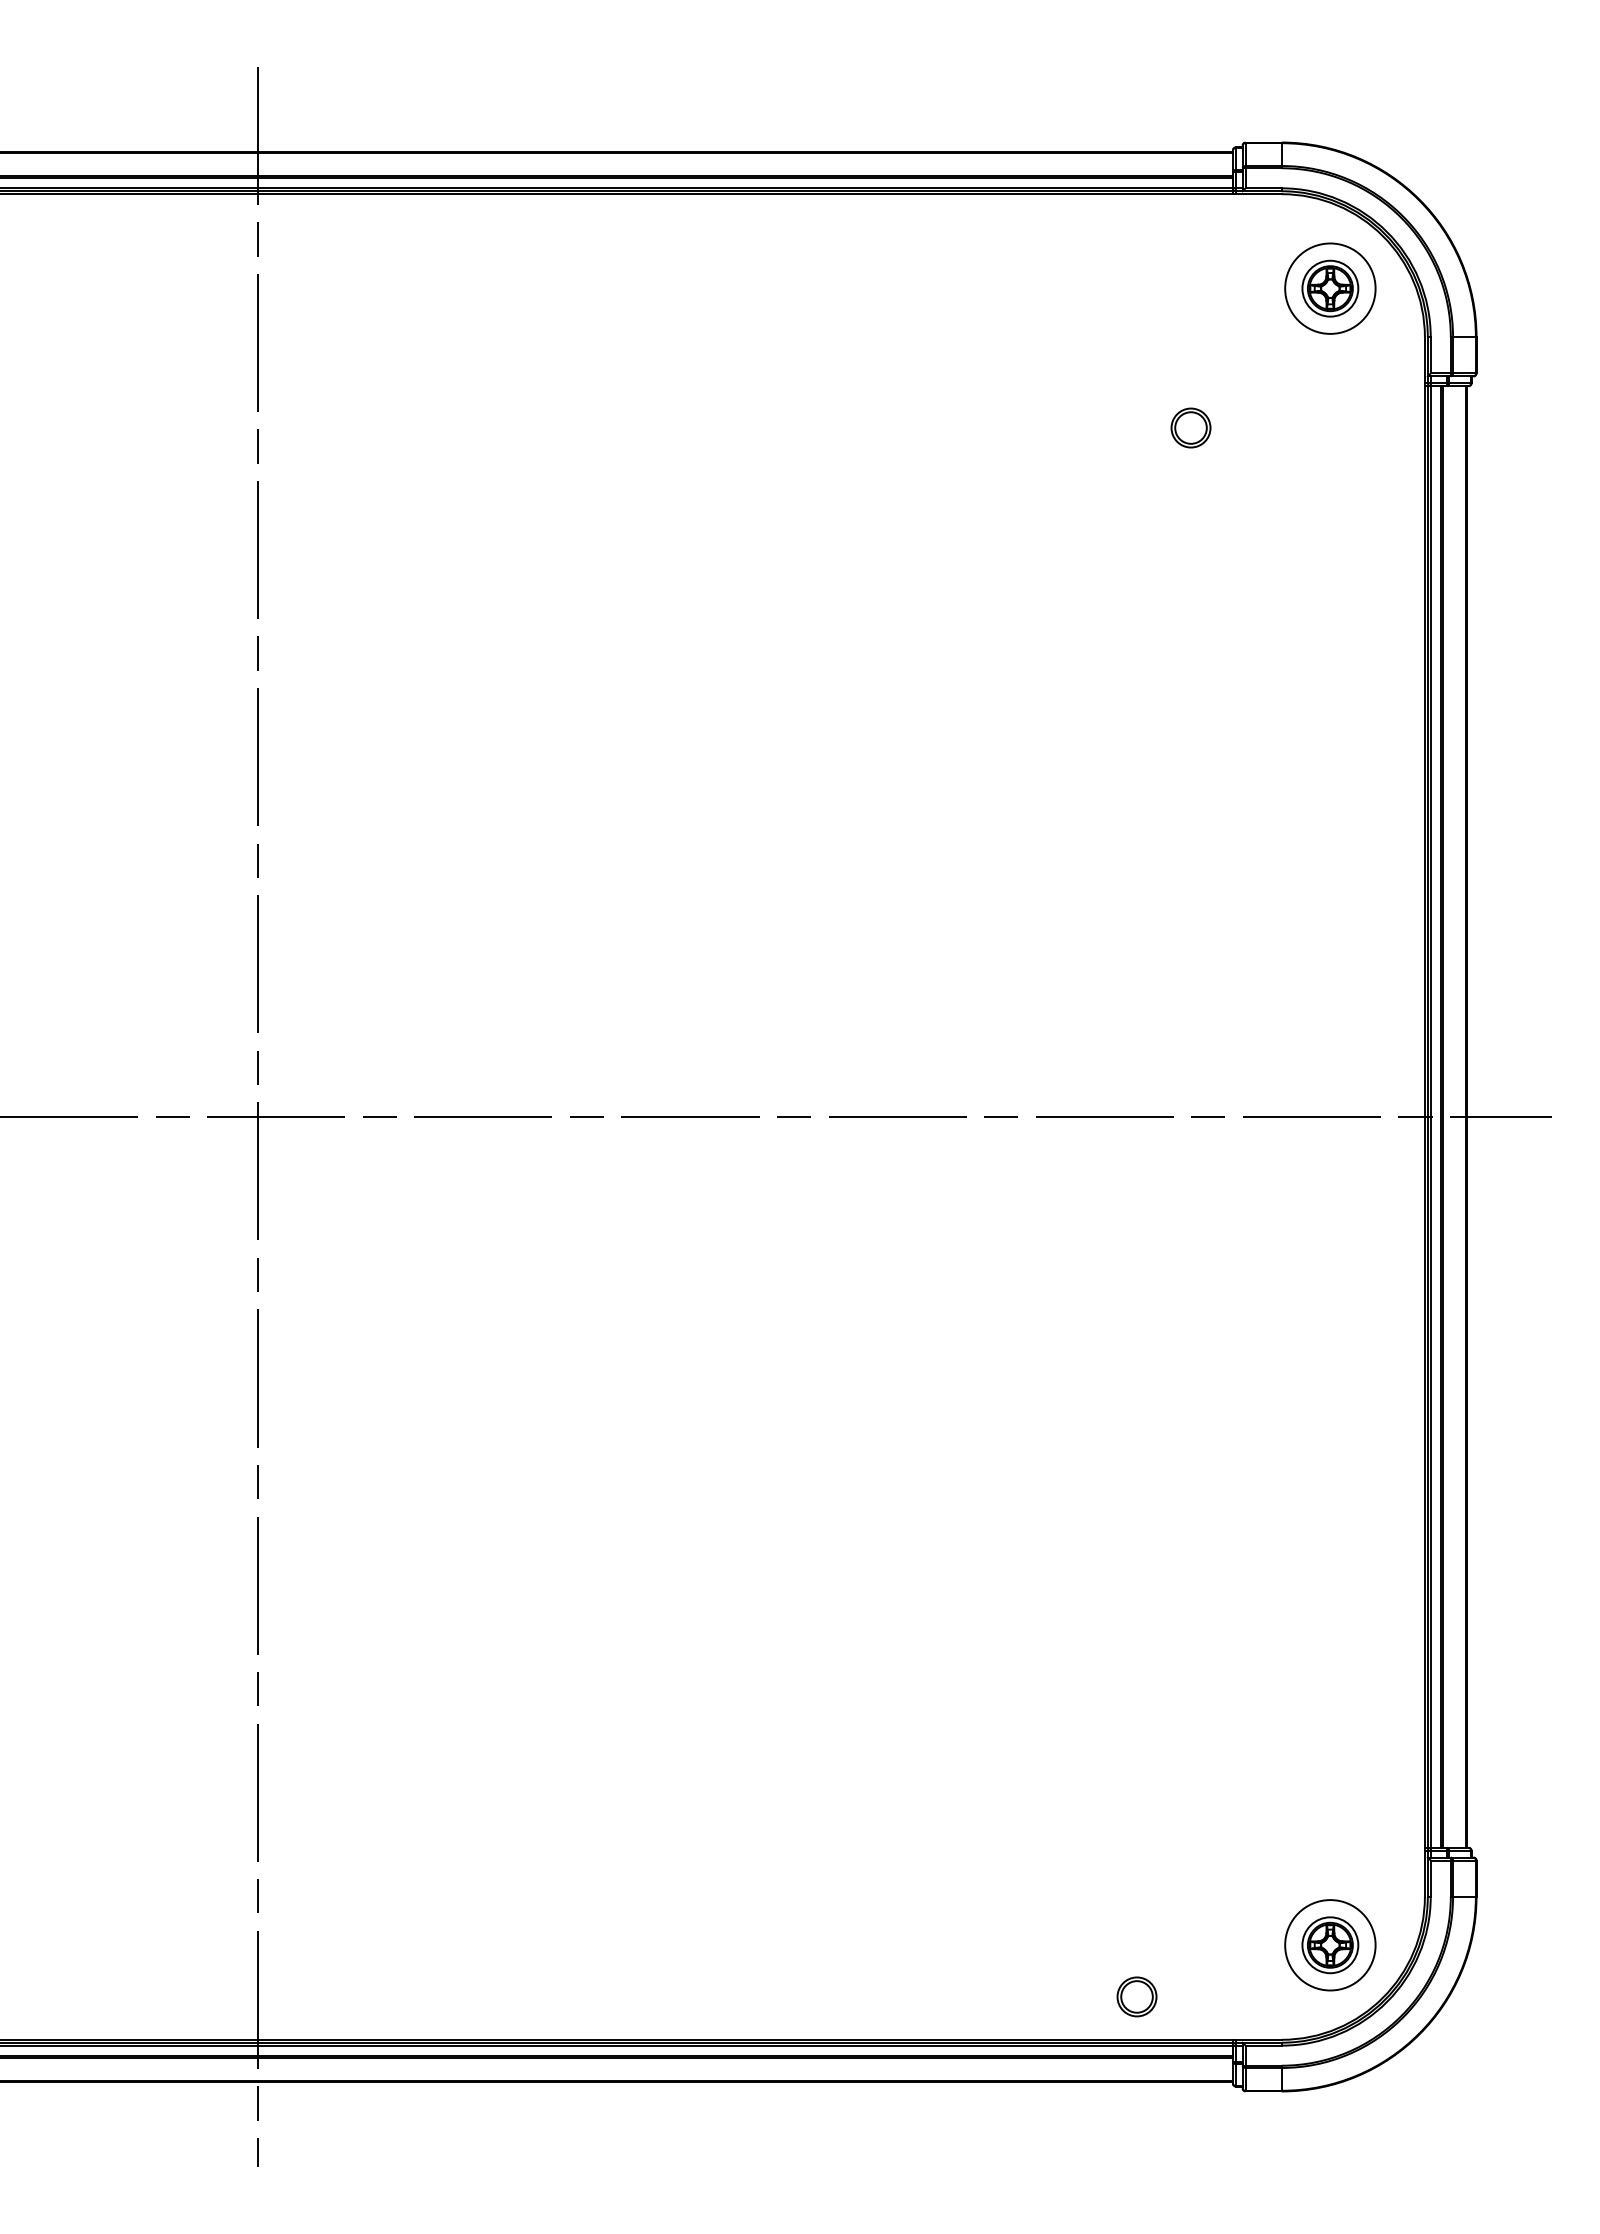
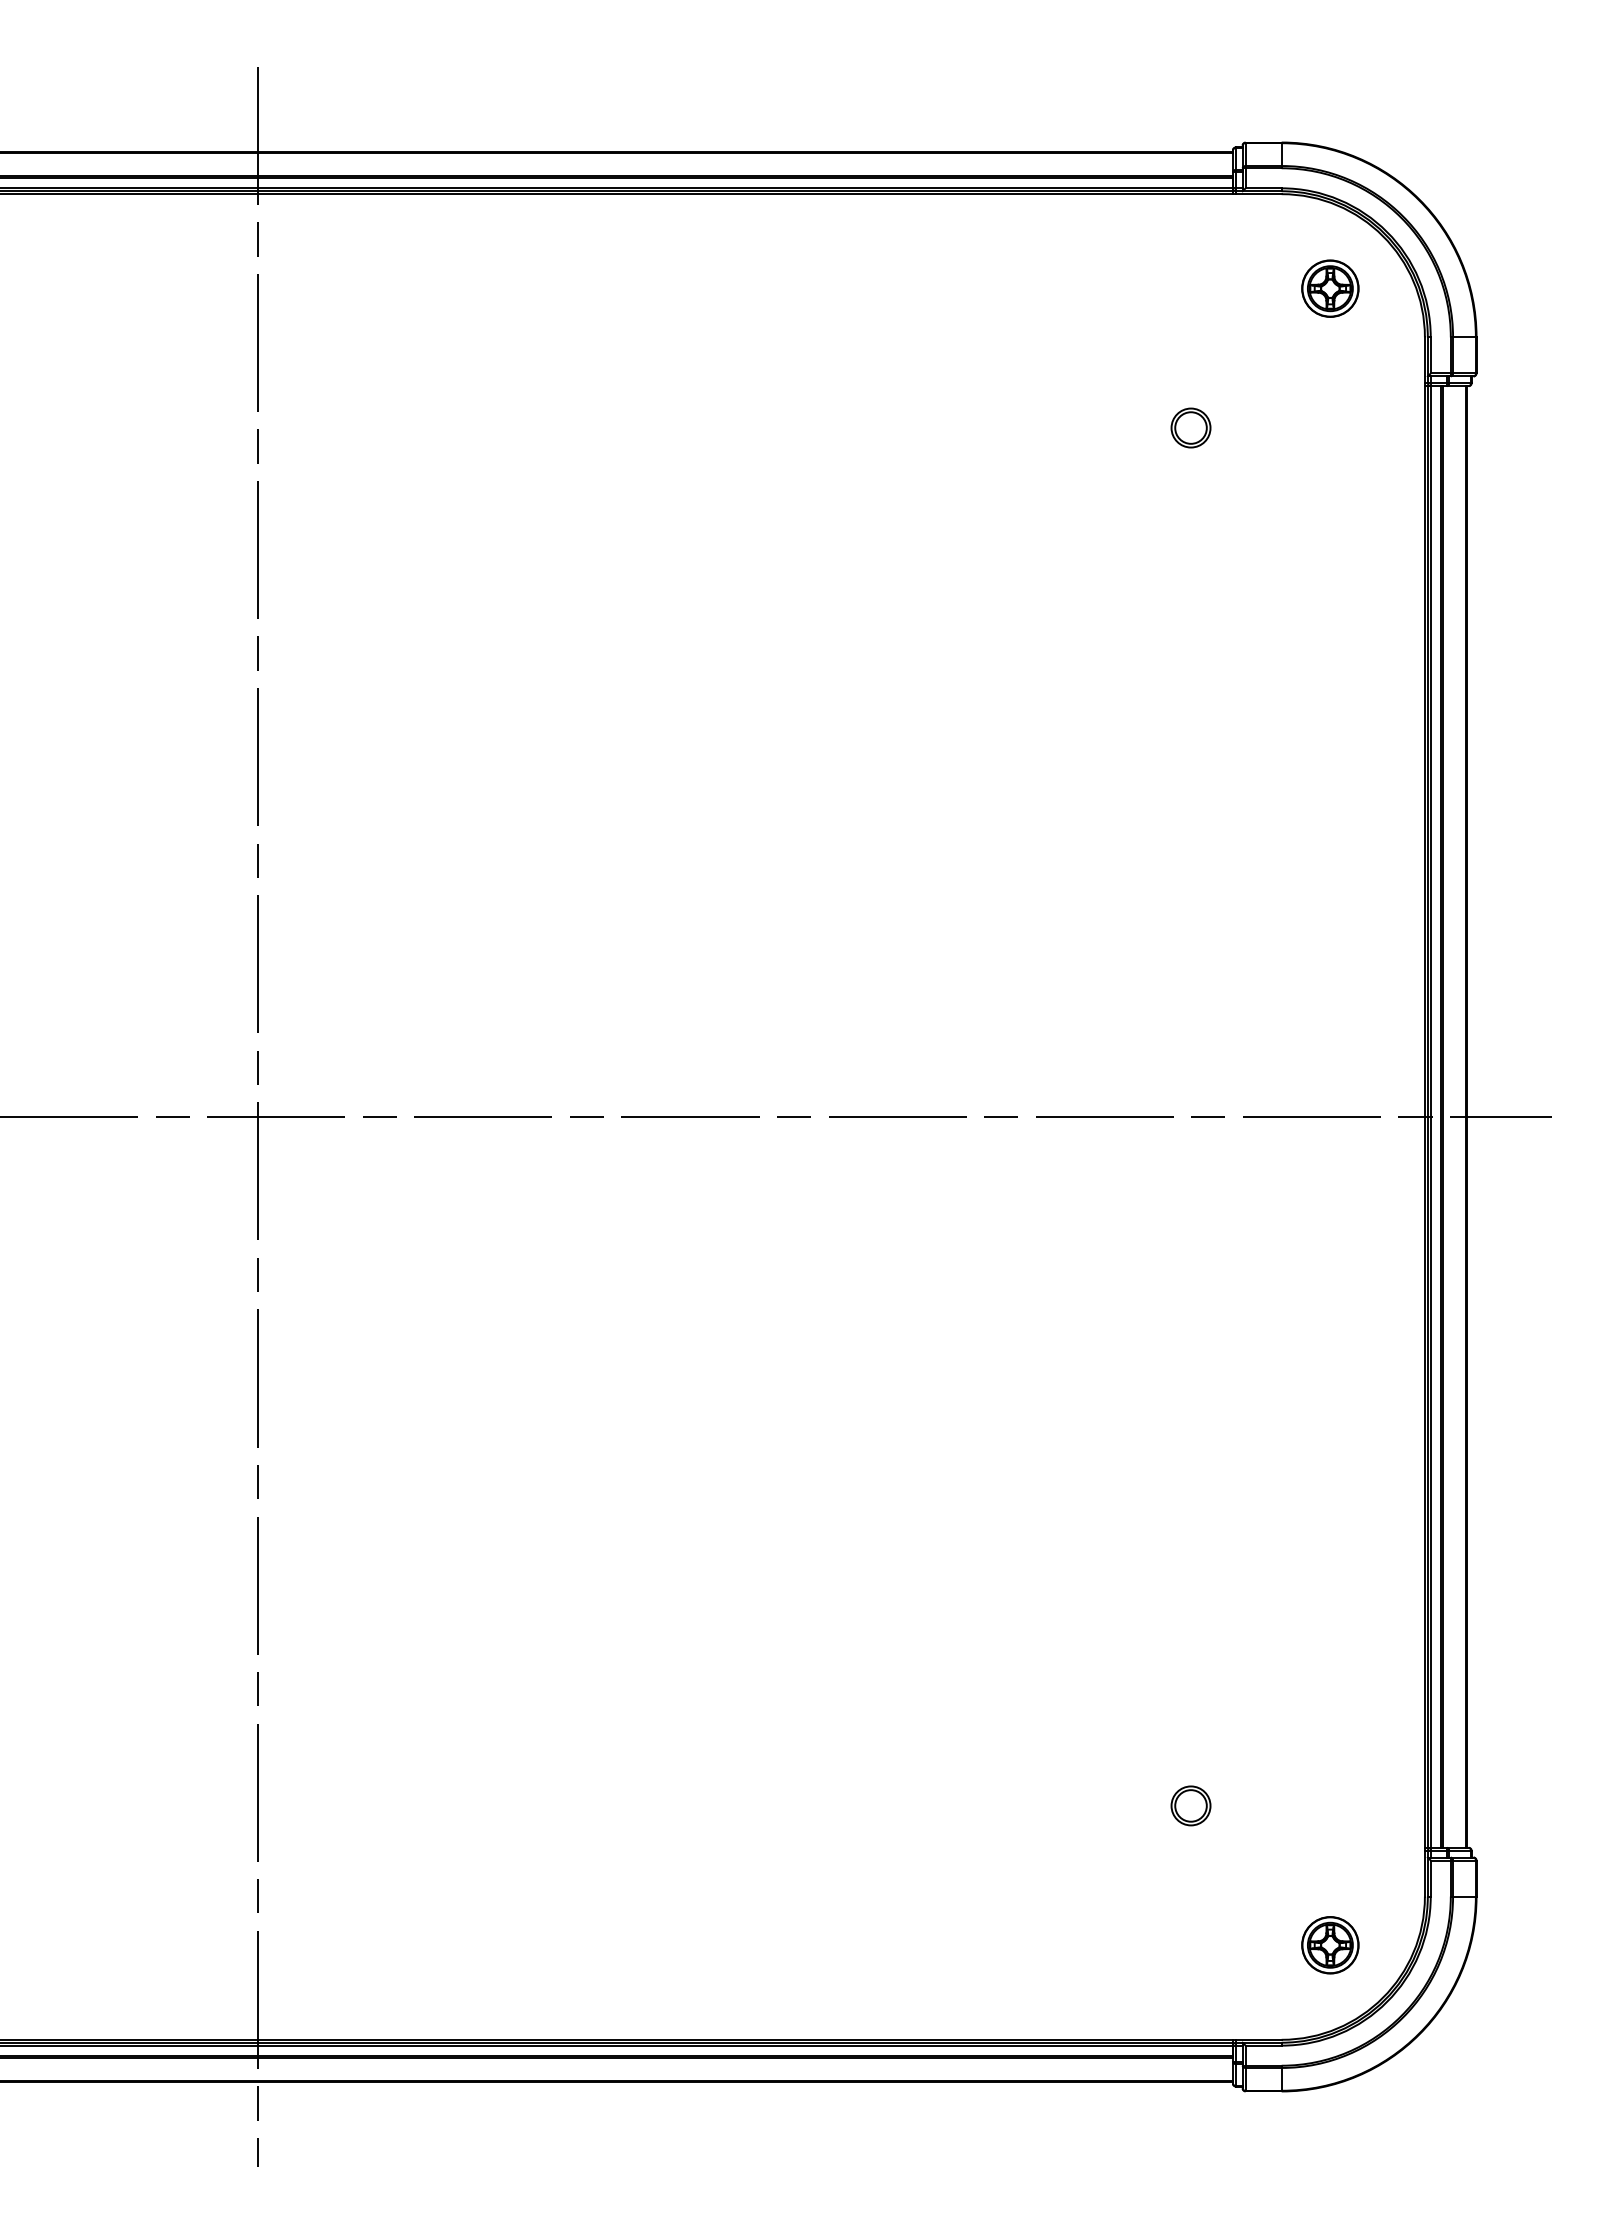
circle at (1330, 288) diameter: 90 px -> 57 px
circle at (1330, 1945) diameter: 90 px -> 57 px
part at (1136, 1996) position: (1136, 1996) -> (1190, 1805)
